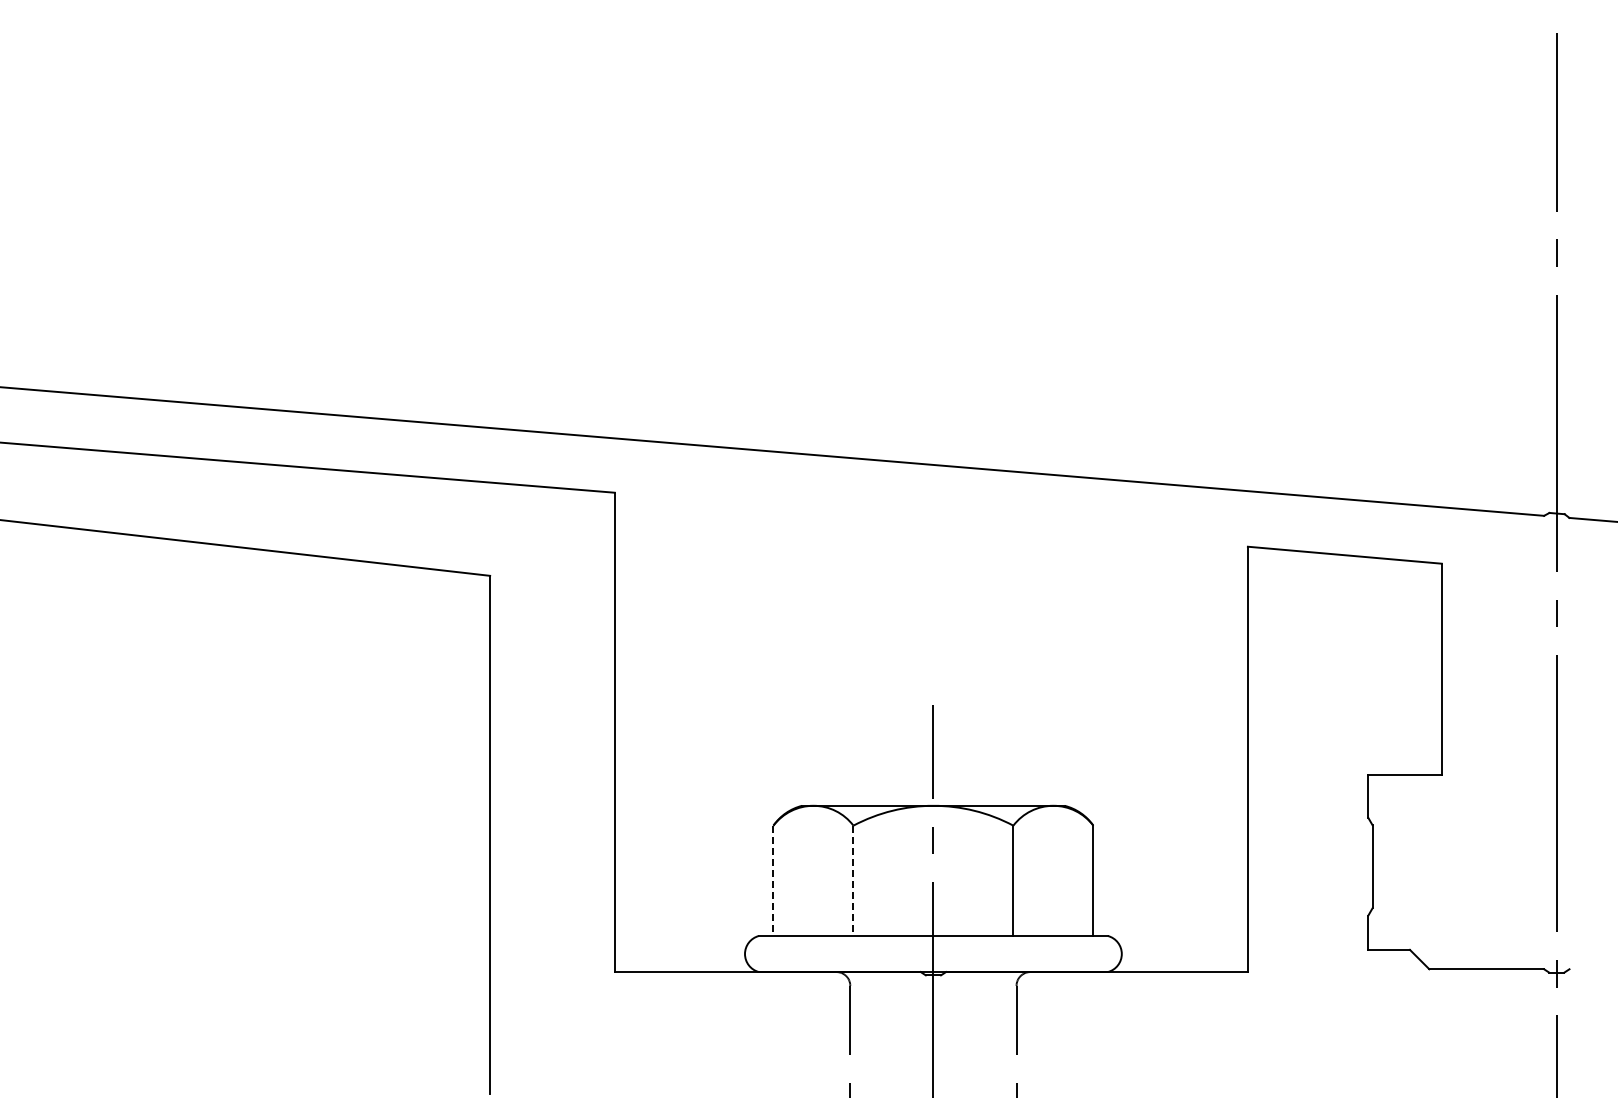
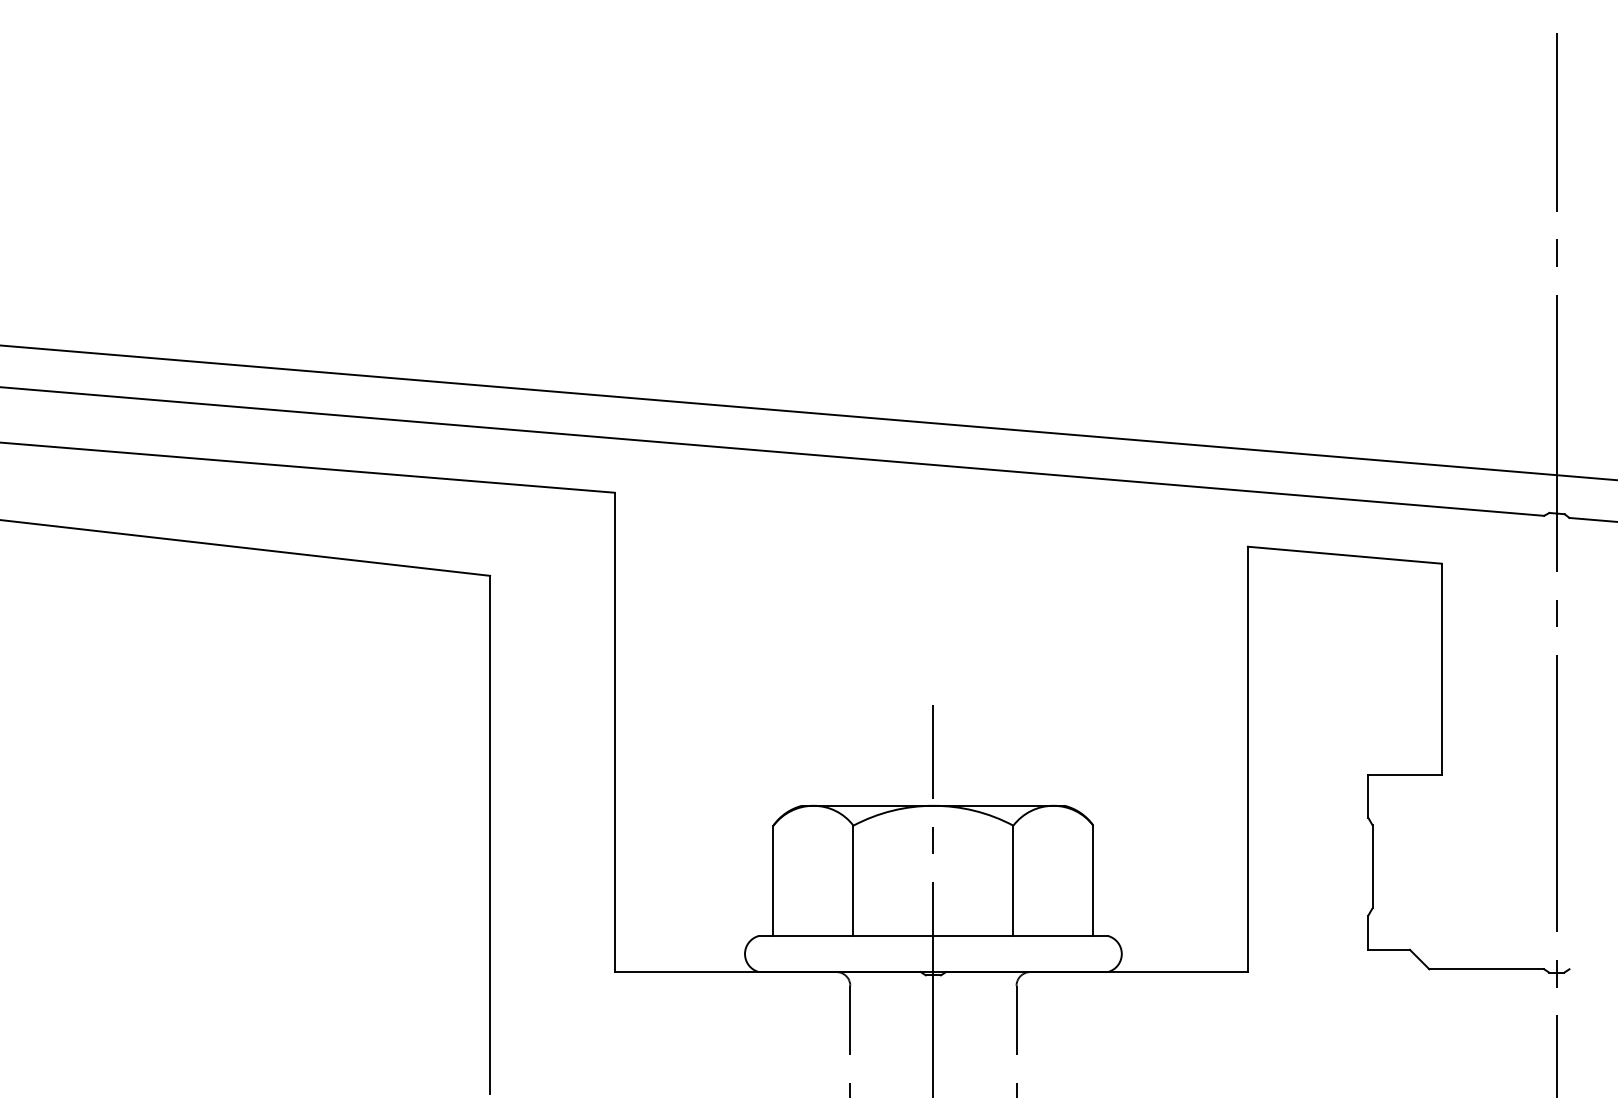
line at (808, 412): none -> present
line at (773, 881): dashed -> solid
line at (853, 881): dashed -> solid
